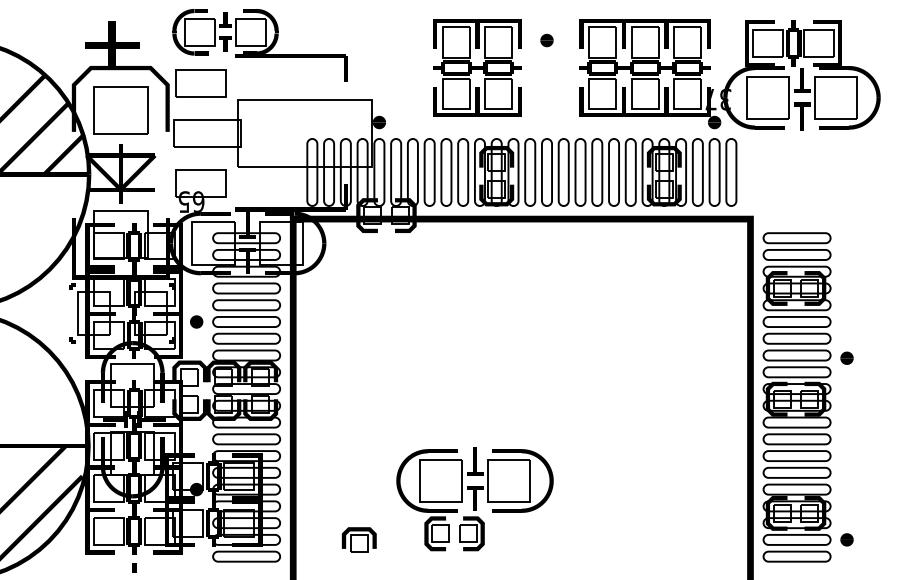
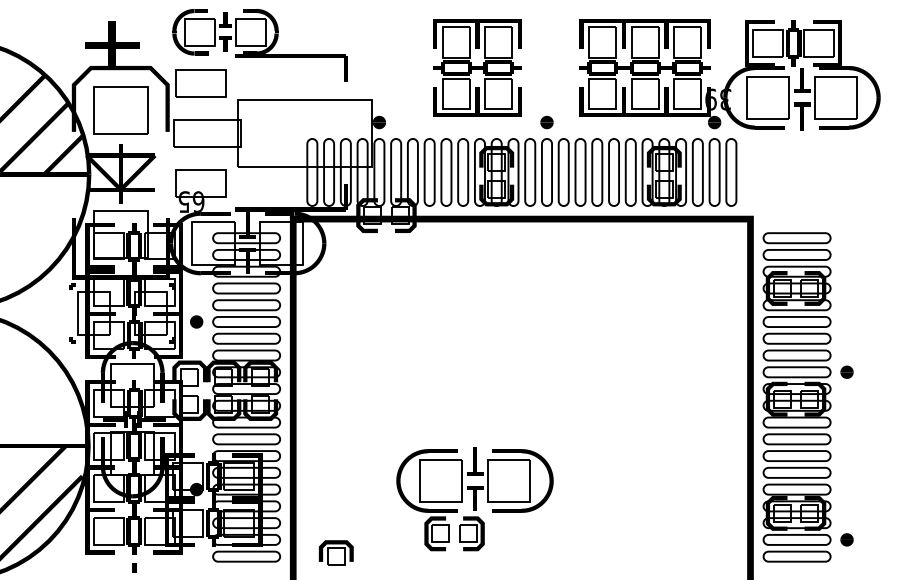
part at (546, 40) position: (546, 40) -> (546, 122)
text at (710, 99): 37 -> 39
part at (846, 357) position: (846, 357) -> (846, 371)
part at (358, 539) position: (358, 539) -> (335, 552)
